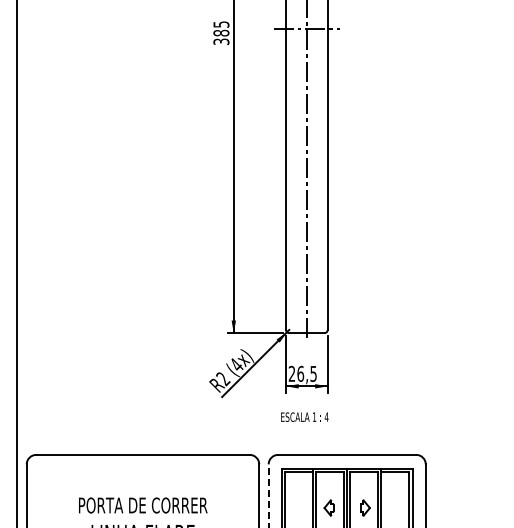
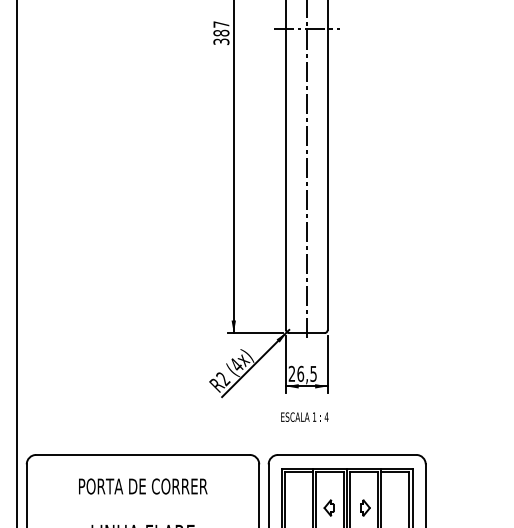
text at (221, 24): 385 -> 387
line at (268, 495): dashed -> solid
text at (143, 505) position: (143, 505) -> (143, 486)
